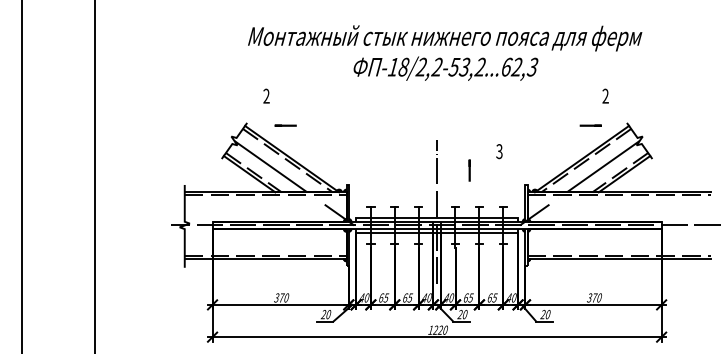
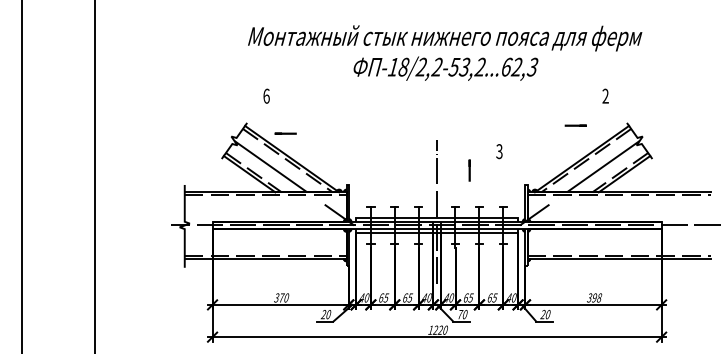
text at (266, 95): 2 -> 6
line at (285, 125) position: (285, 125) -> (285, 133)
line at (590, 125) position: (590, 125) -> (575, 125)
text at (597, 297): 370 -> 398
text at (460, 314): 20 -> 70
